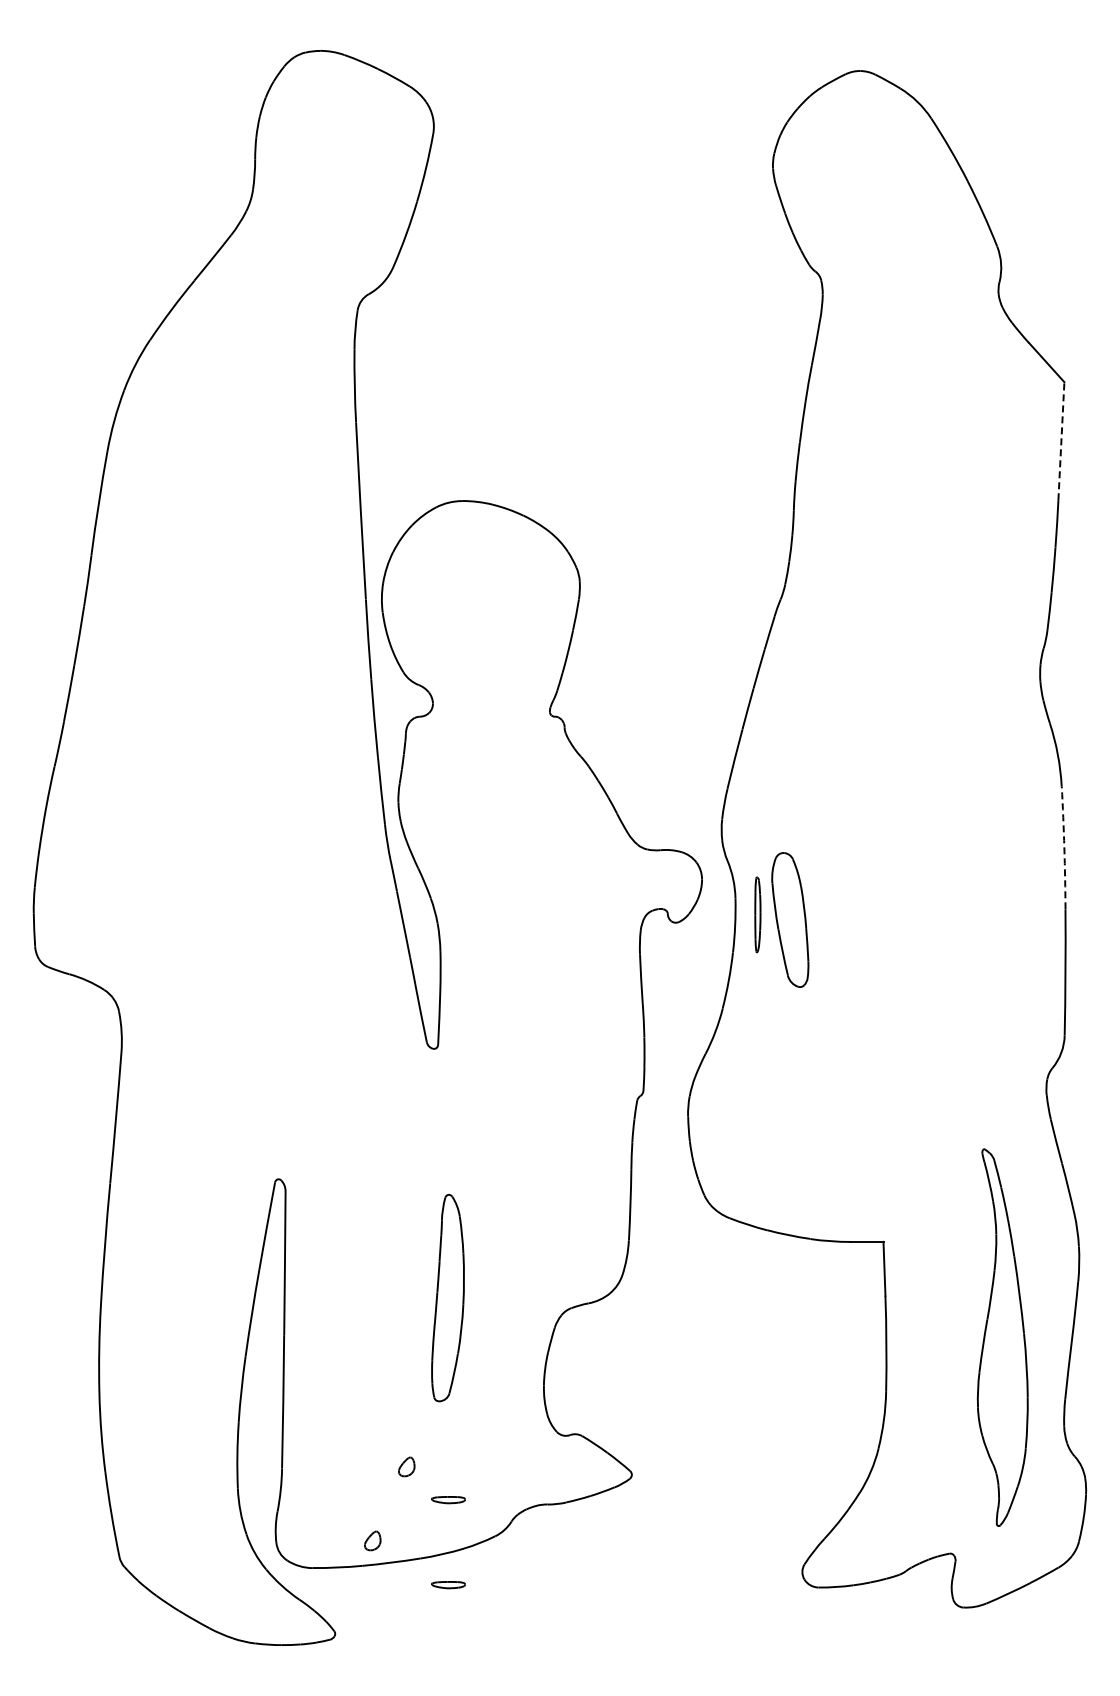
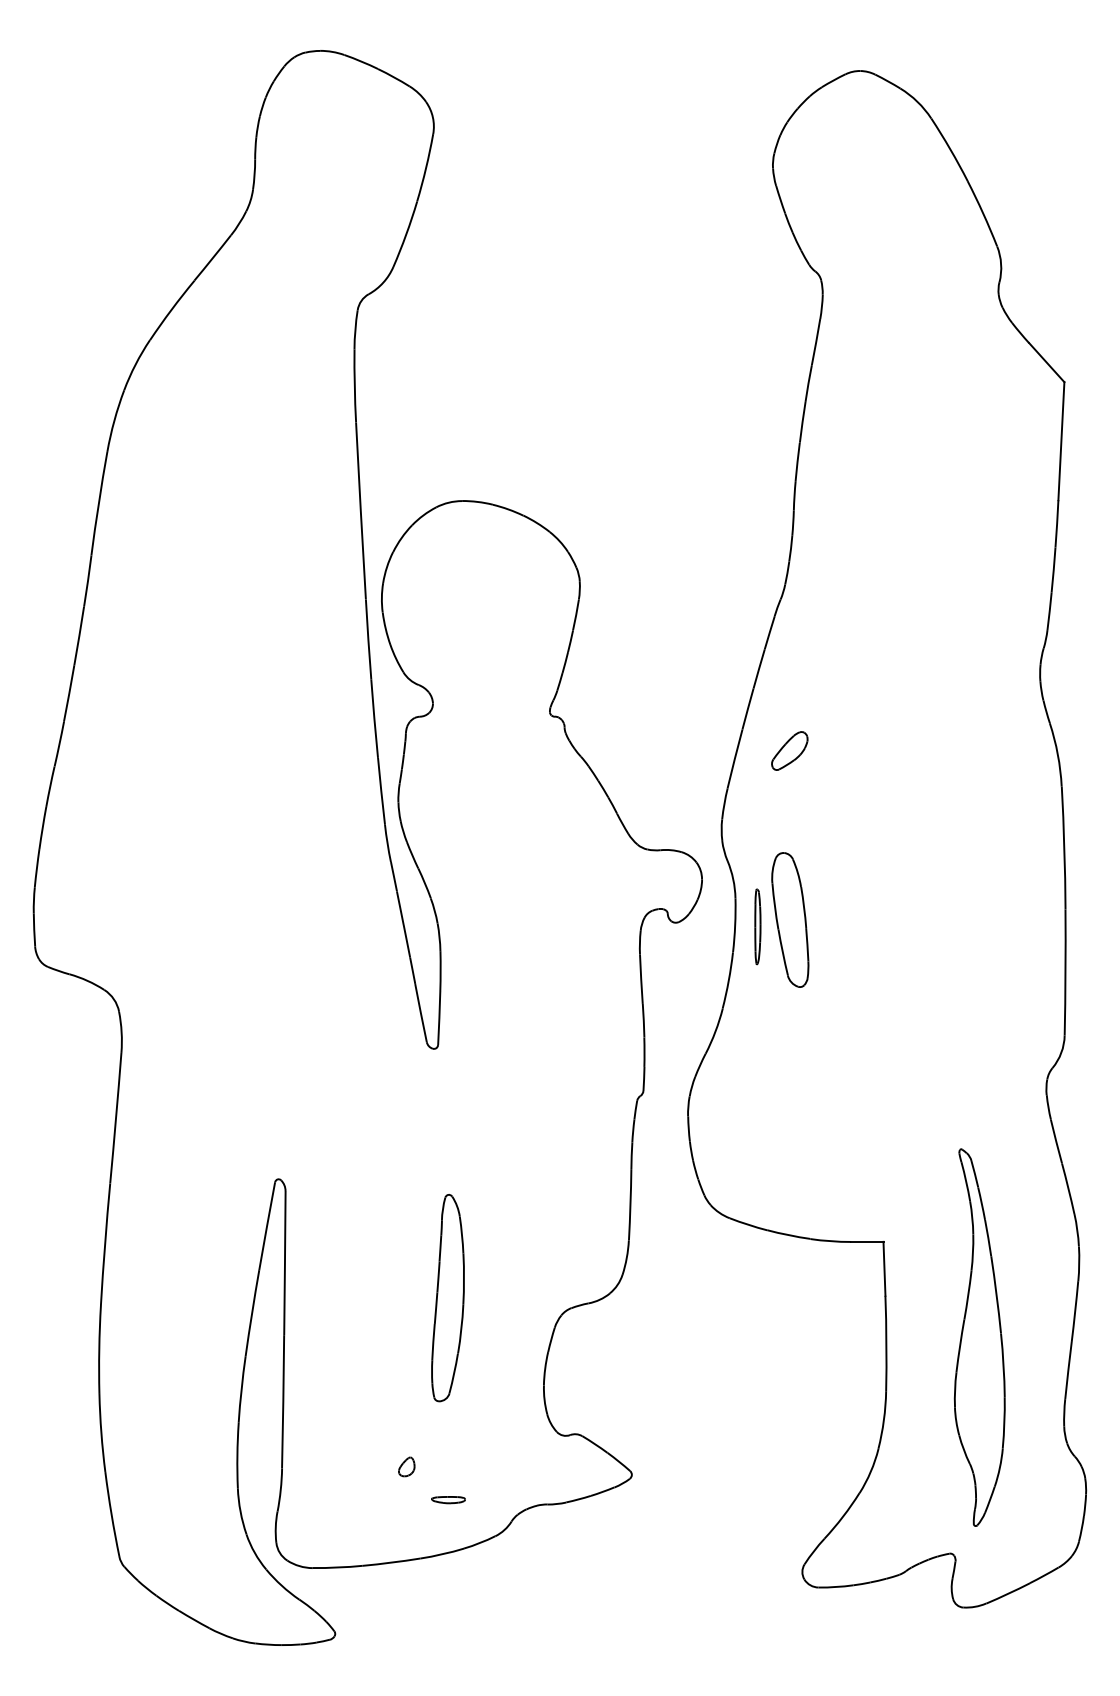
line at (1061, 440): dashed -> solid
part at (789, 750): none -> present
arc at (1064, 847): dashed -> solid
part at (757, 914) position: (757, 914) -> (757, 926)
part at (1002, 1337) position: (1002, 1337) -> (979, 1337)
part at (372, 1540): present -> none
part at (448, 1585): present -> none
